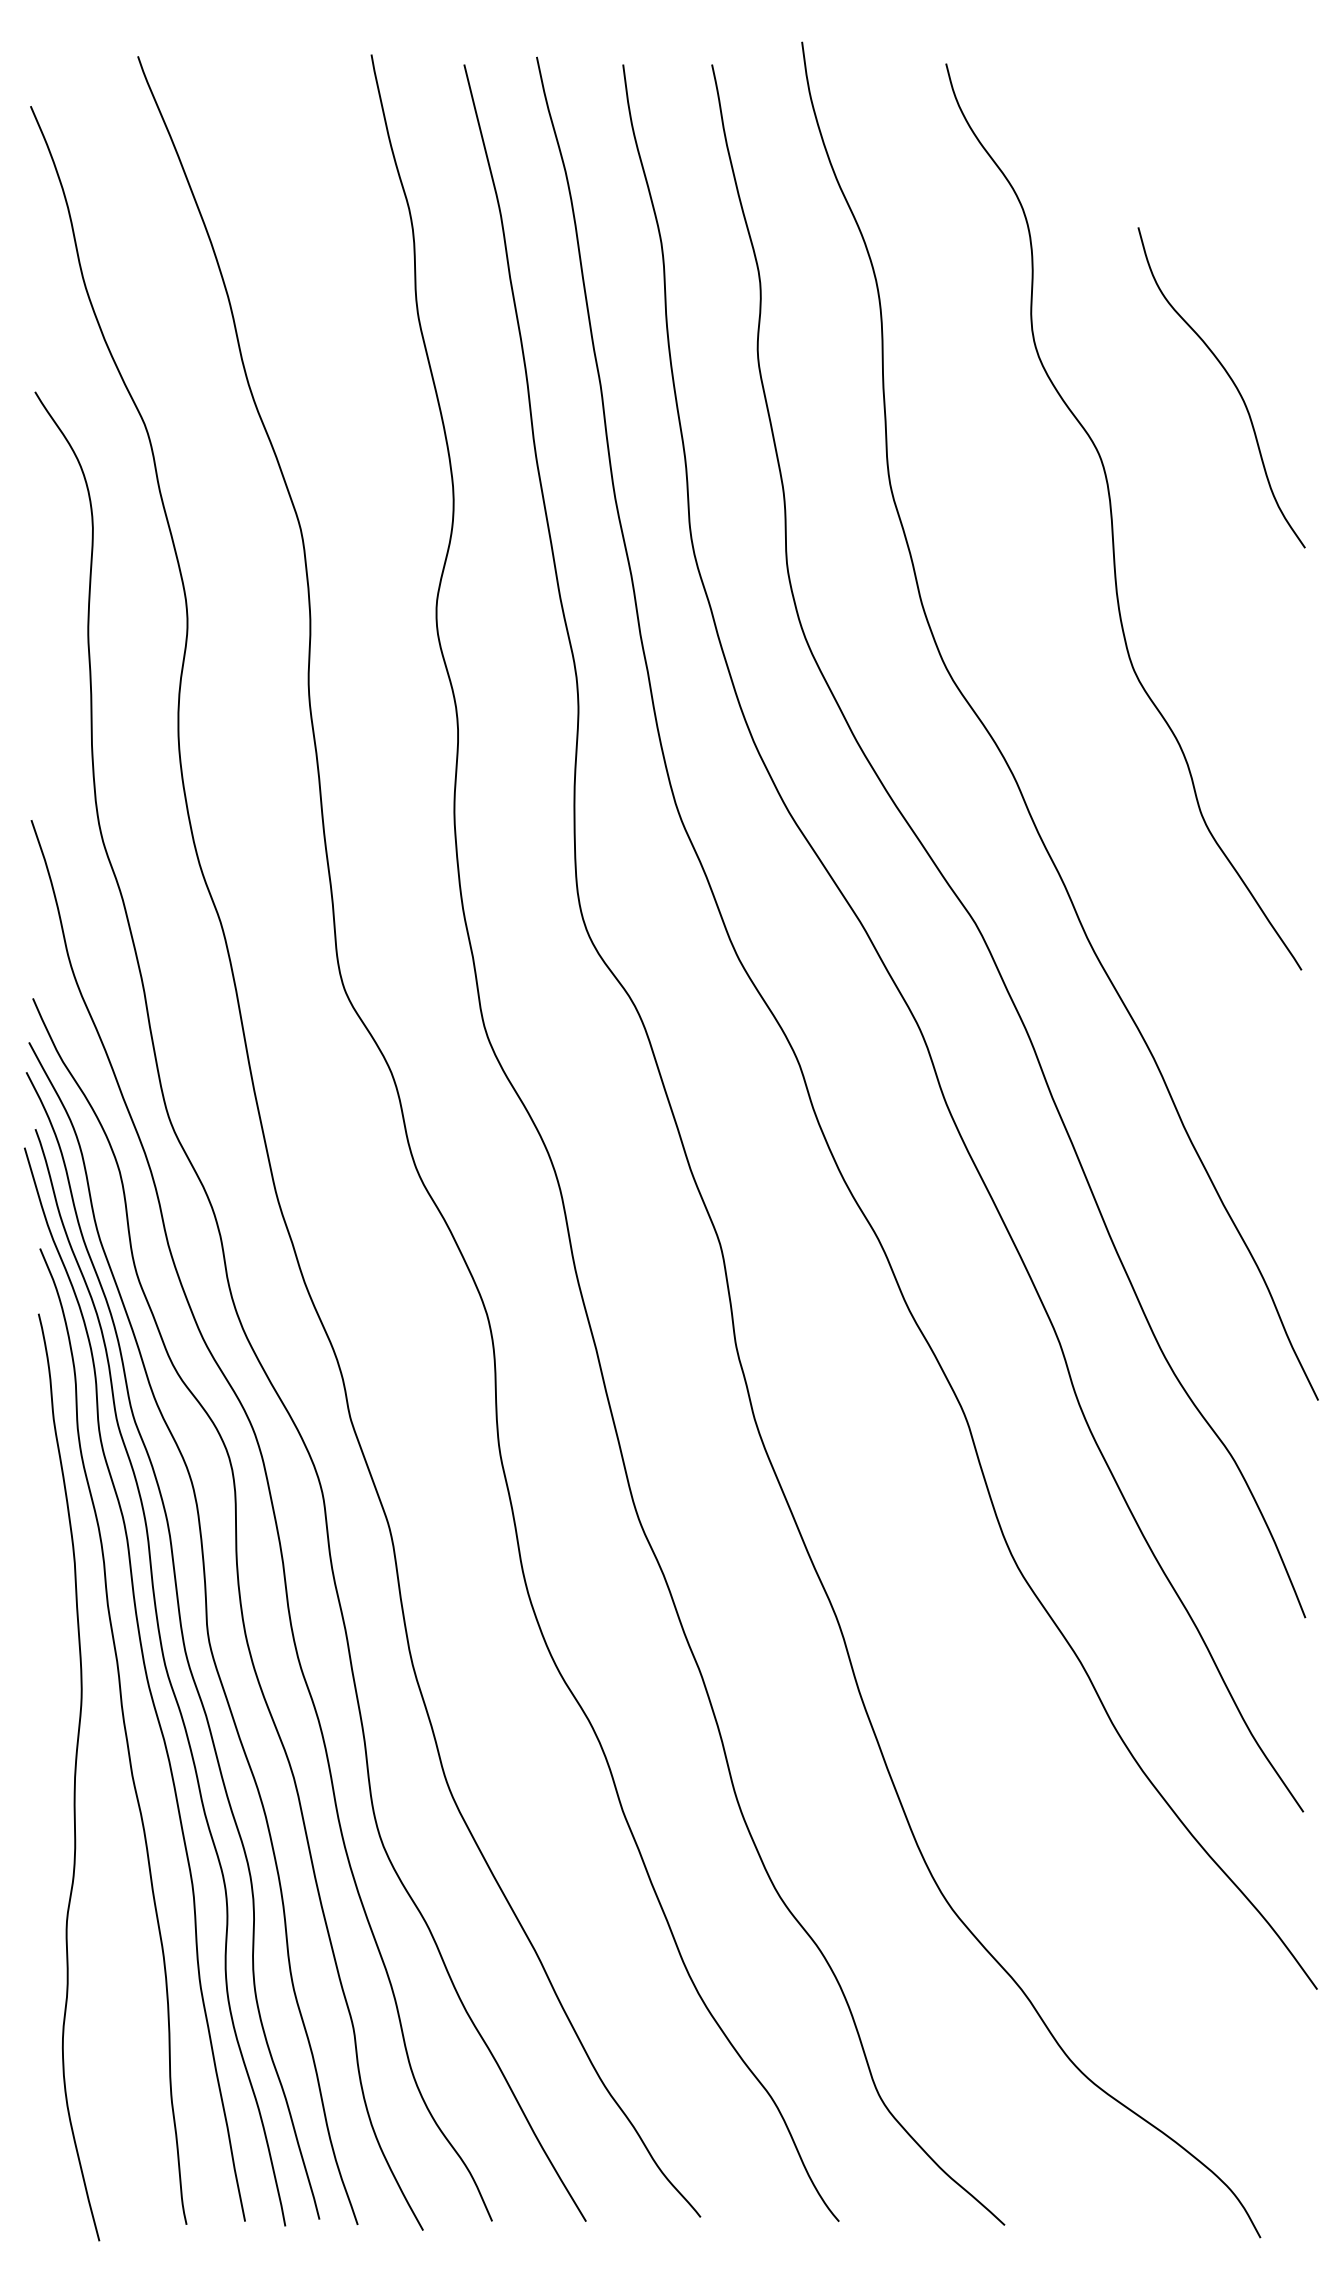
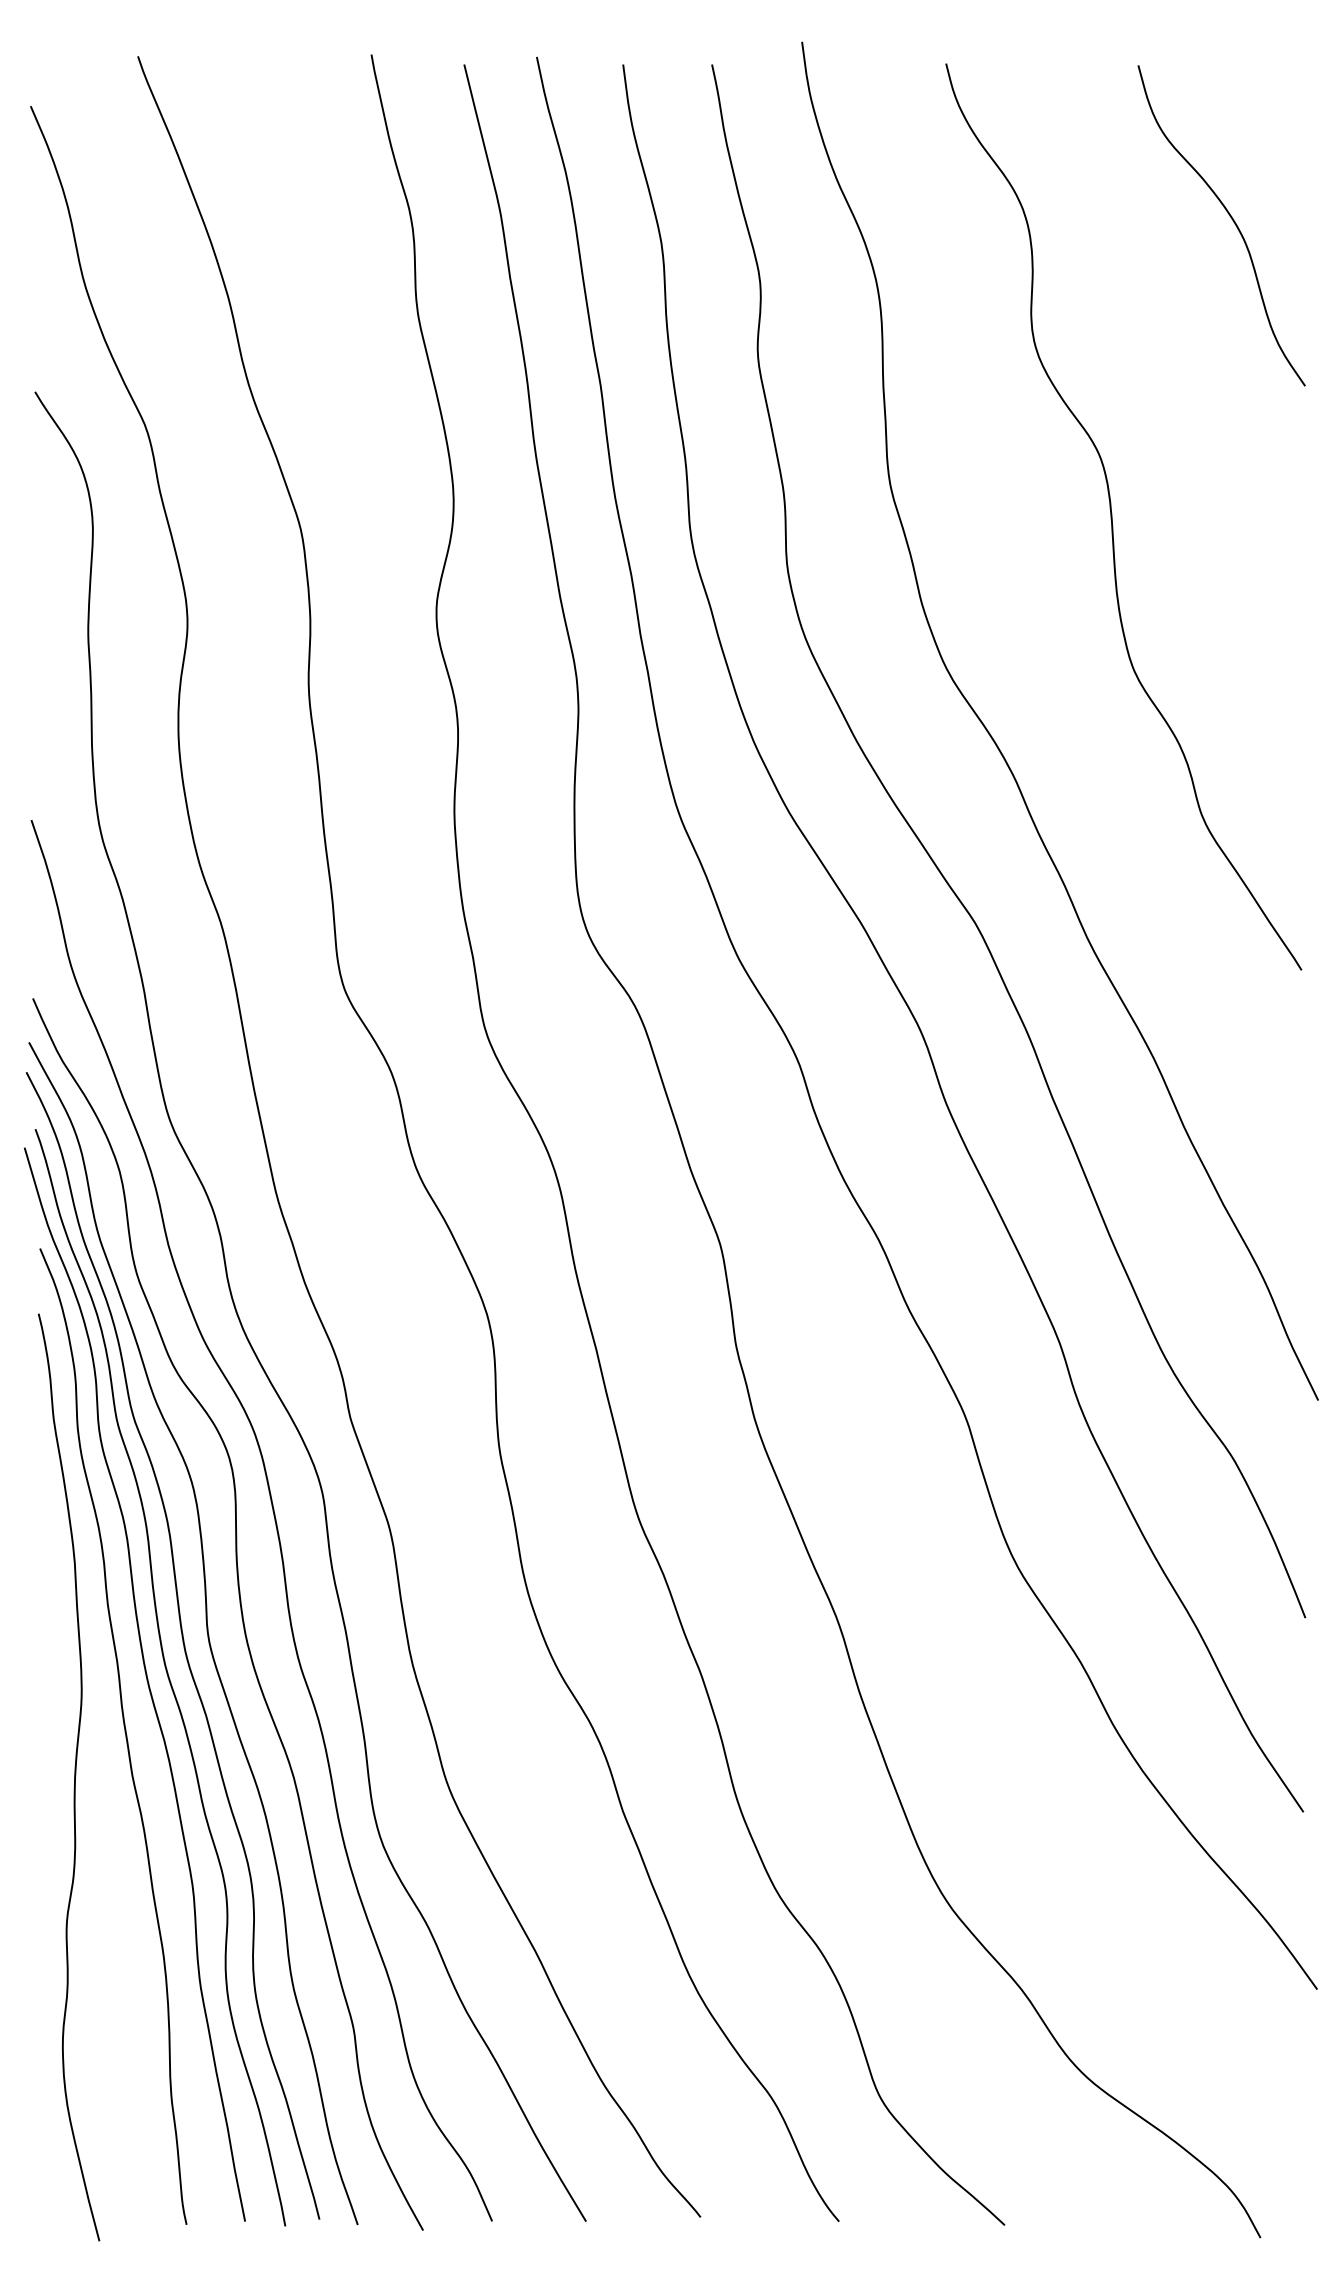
curve at (1231, 381) position: (1231, 381) -> (1231, 219)
